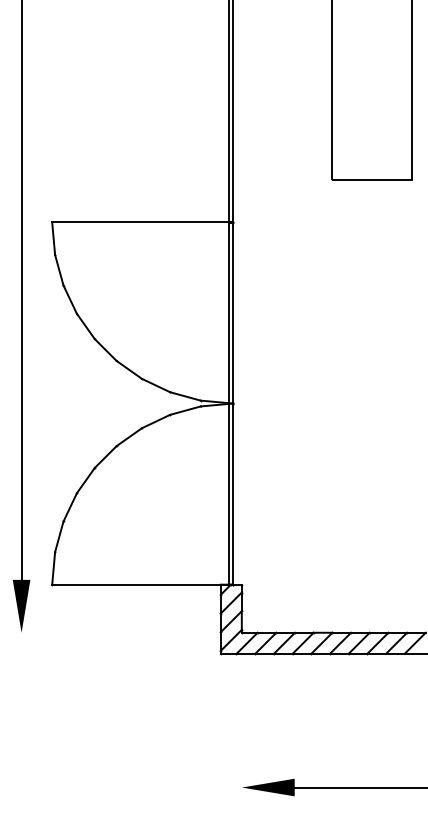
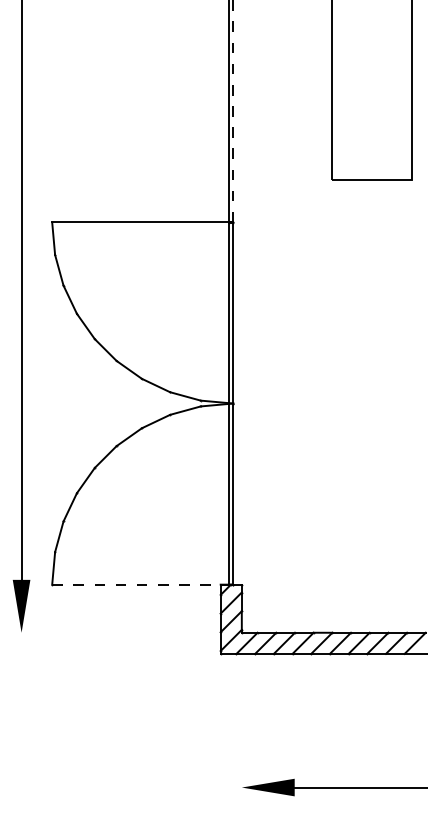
line at (233, 111): solid -> dashed
line at (142, 584): solid -> dashed
